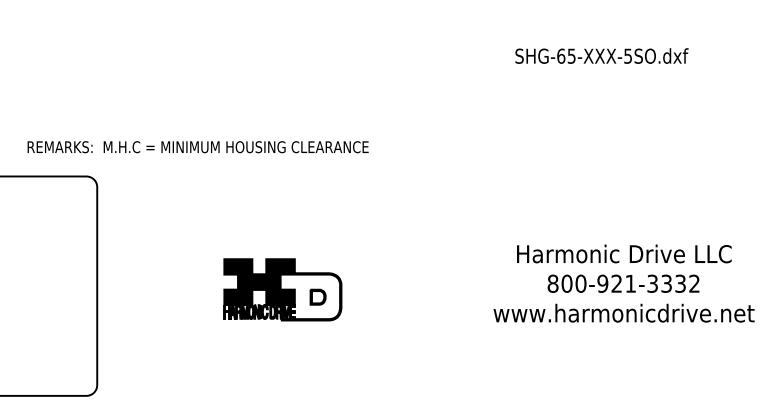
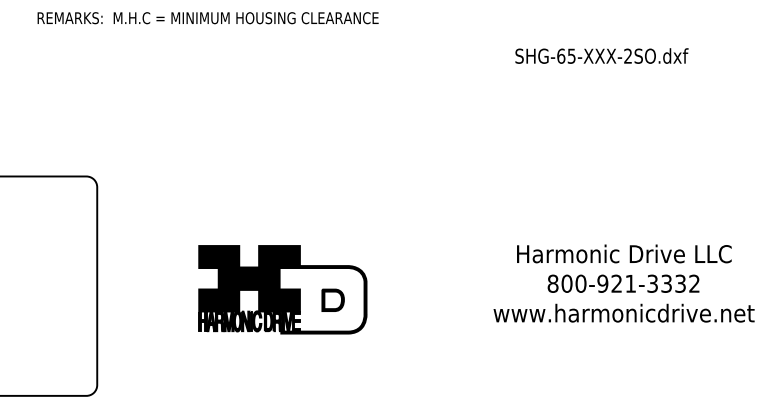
text at (627, 55): SHG-65-XXX-5SO.dxf -> SHG-65-XXX-2SO.dxf
text at (197, 147) position: (197, 147) -> (207, 18)
part at (282, 289) size: 120x64 px -> 170x90 px
